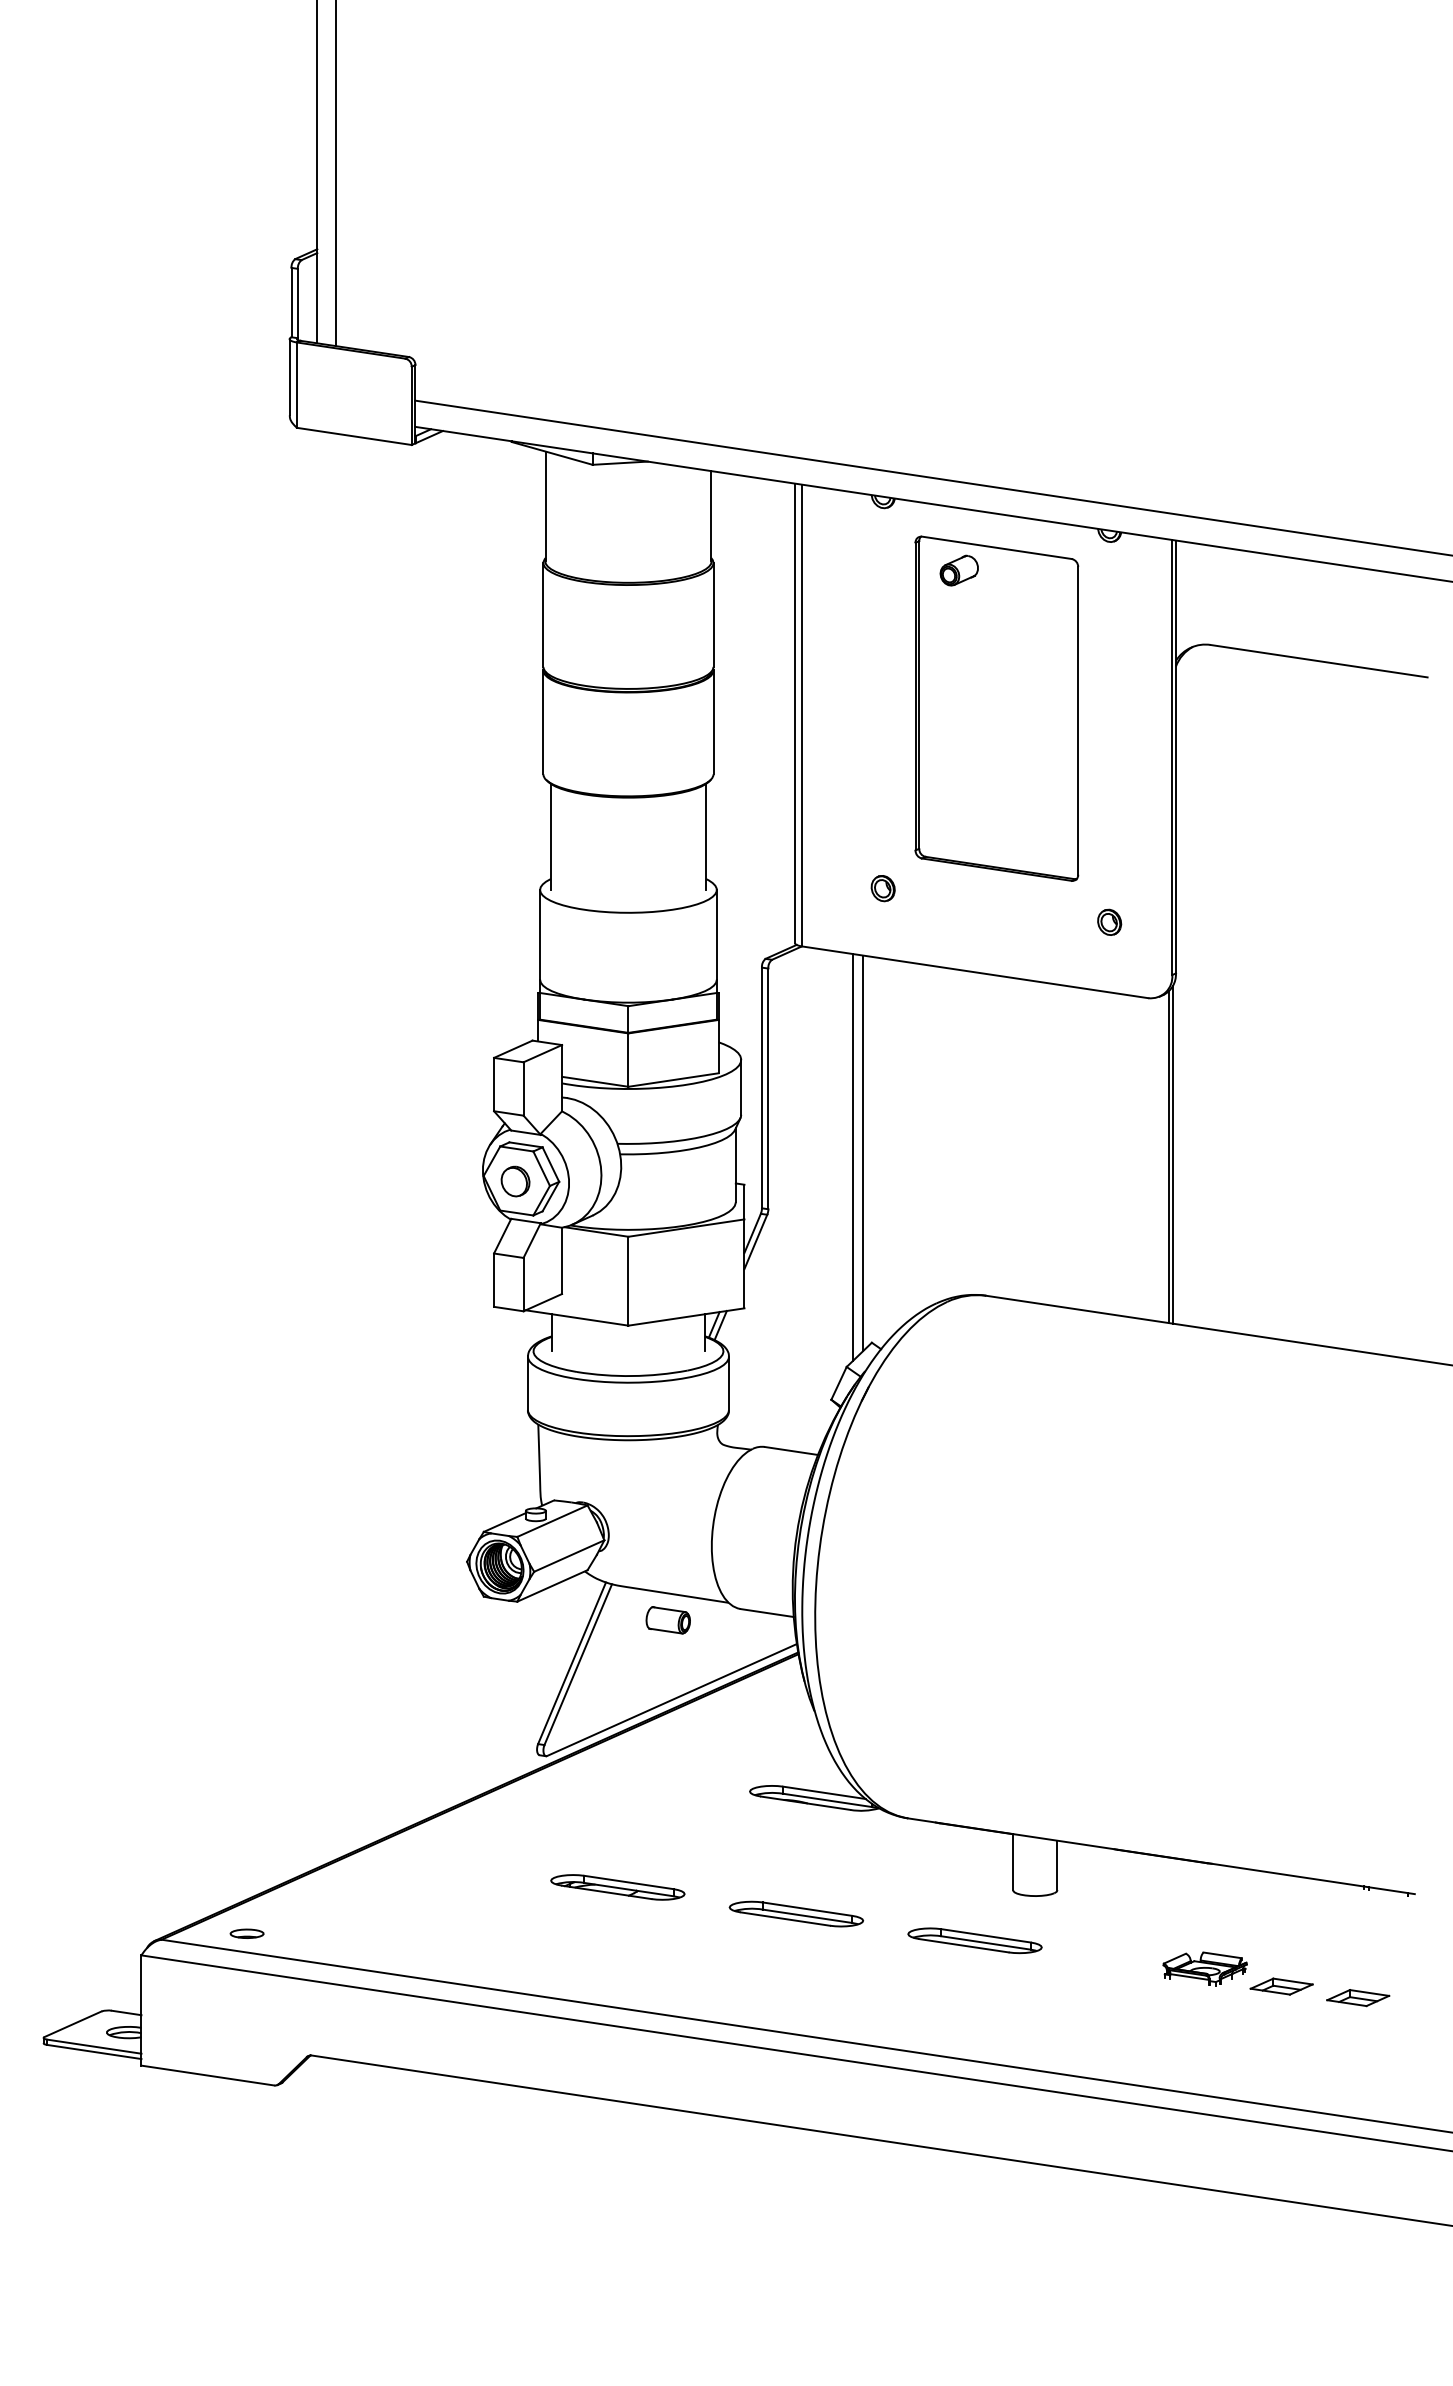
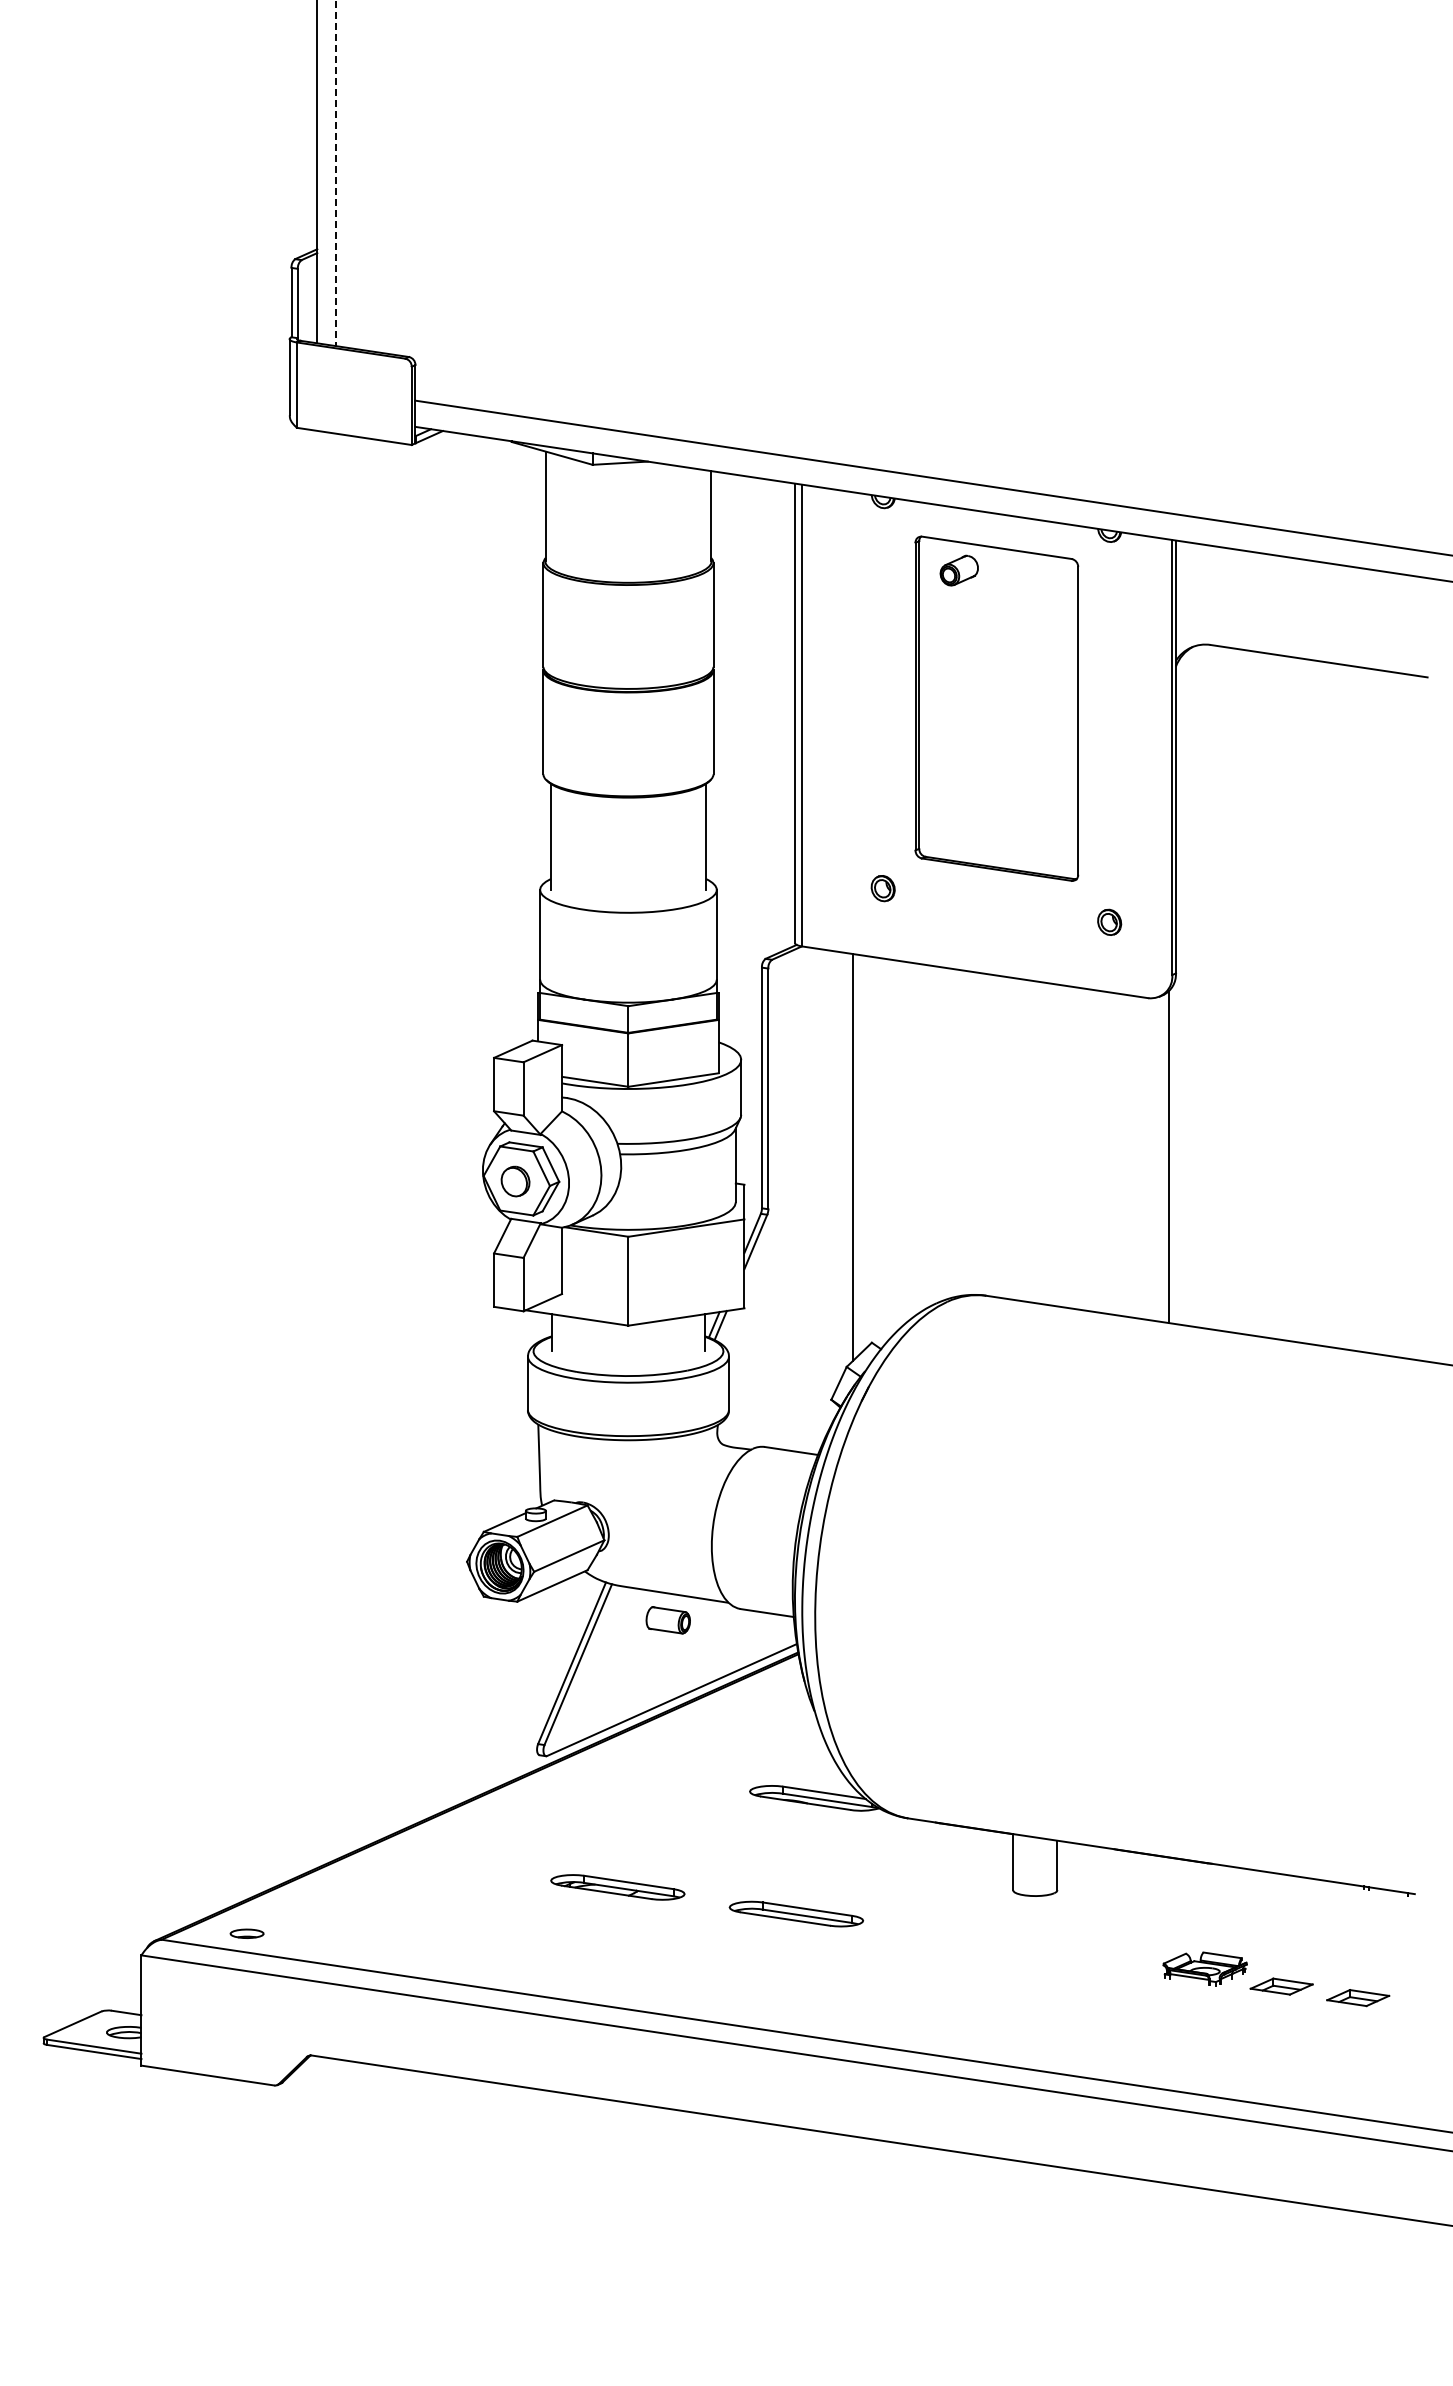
line at (335, 173): solid -> dashed
line at (863, 1153): present -> none
line at (1172, 1154): present -> none
part at (974, 1940): present -> none
